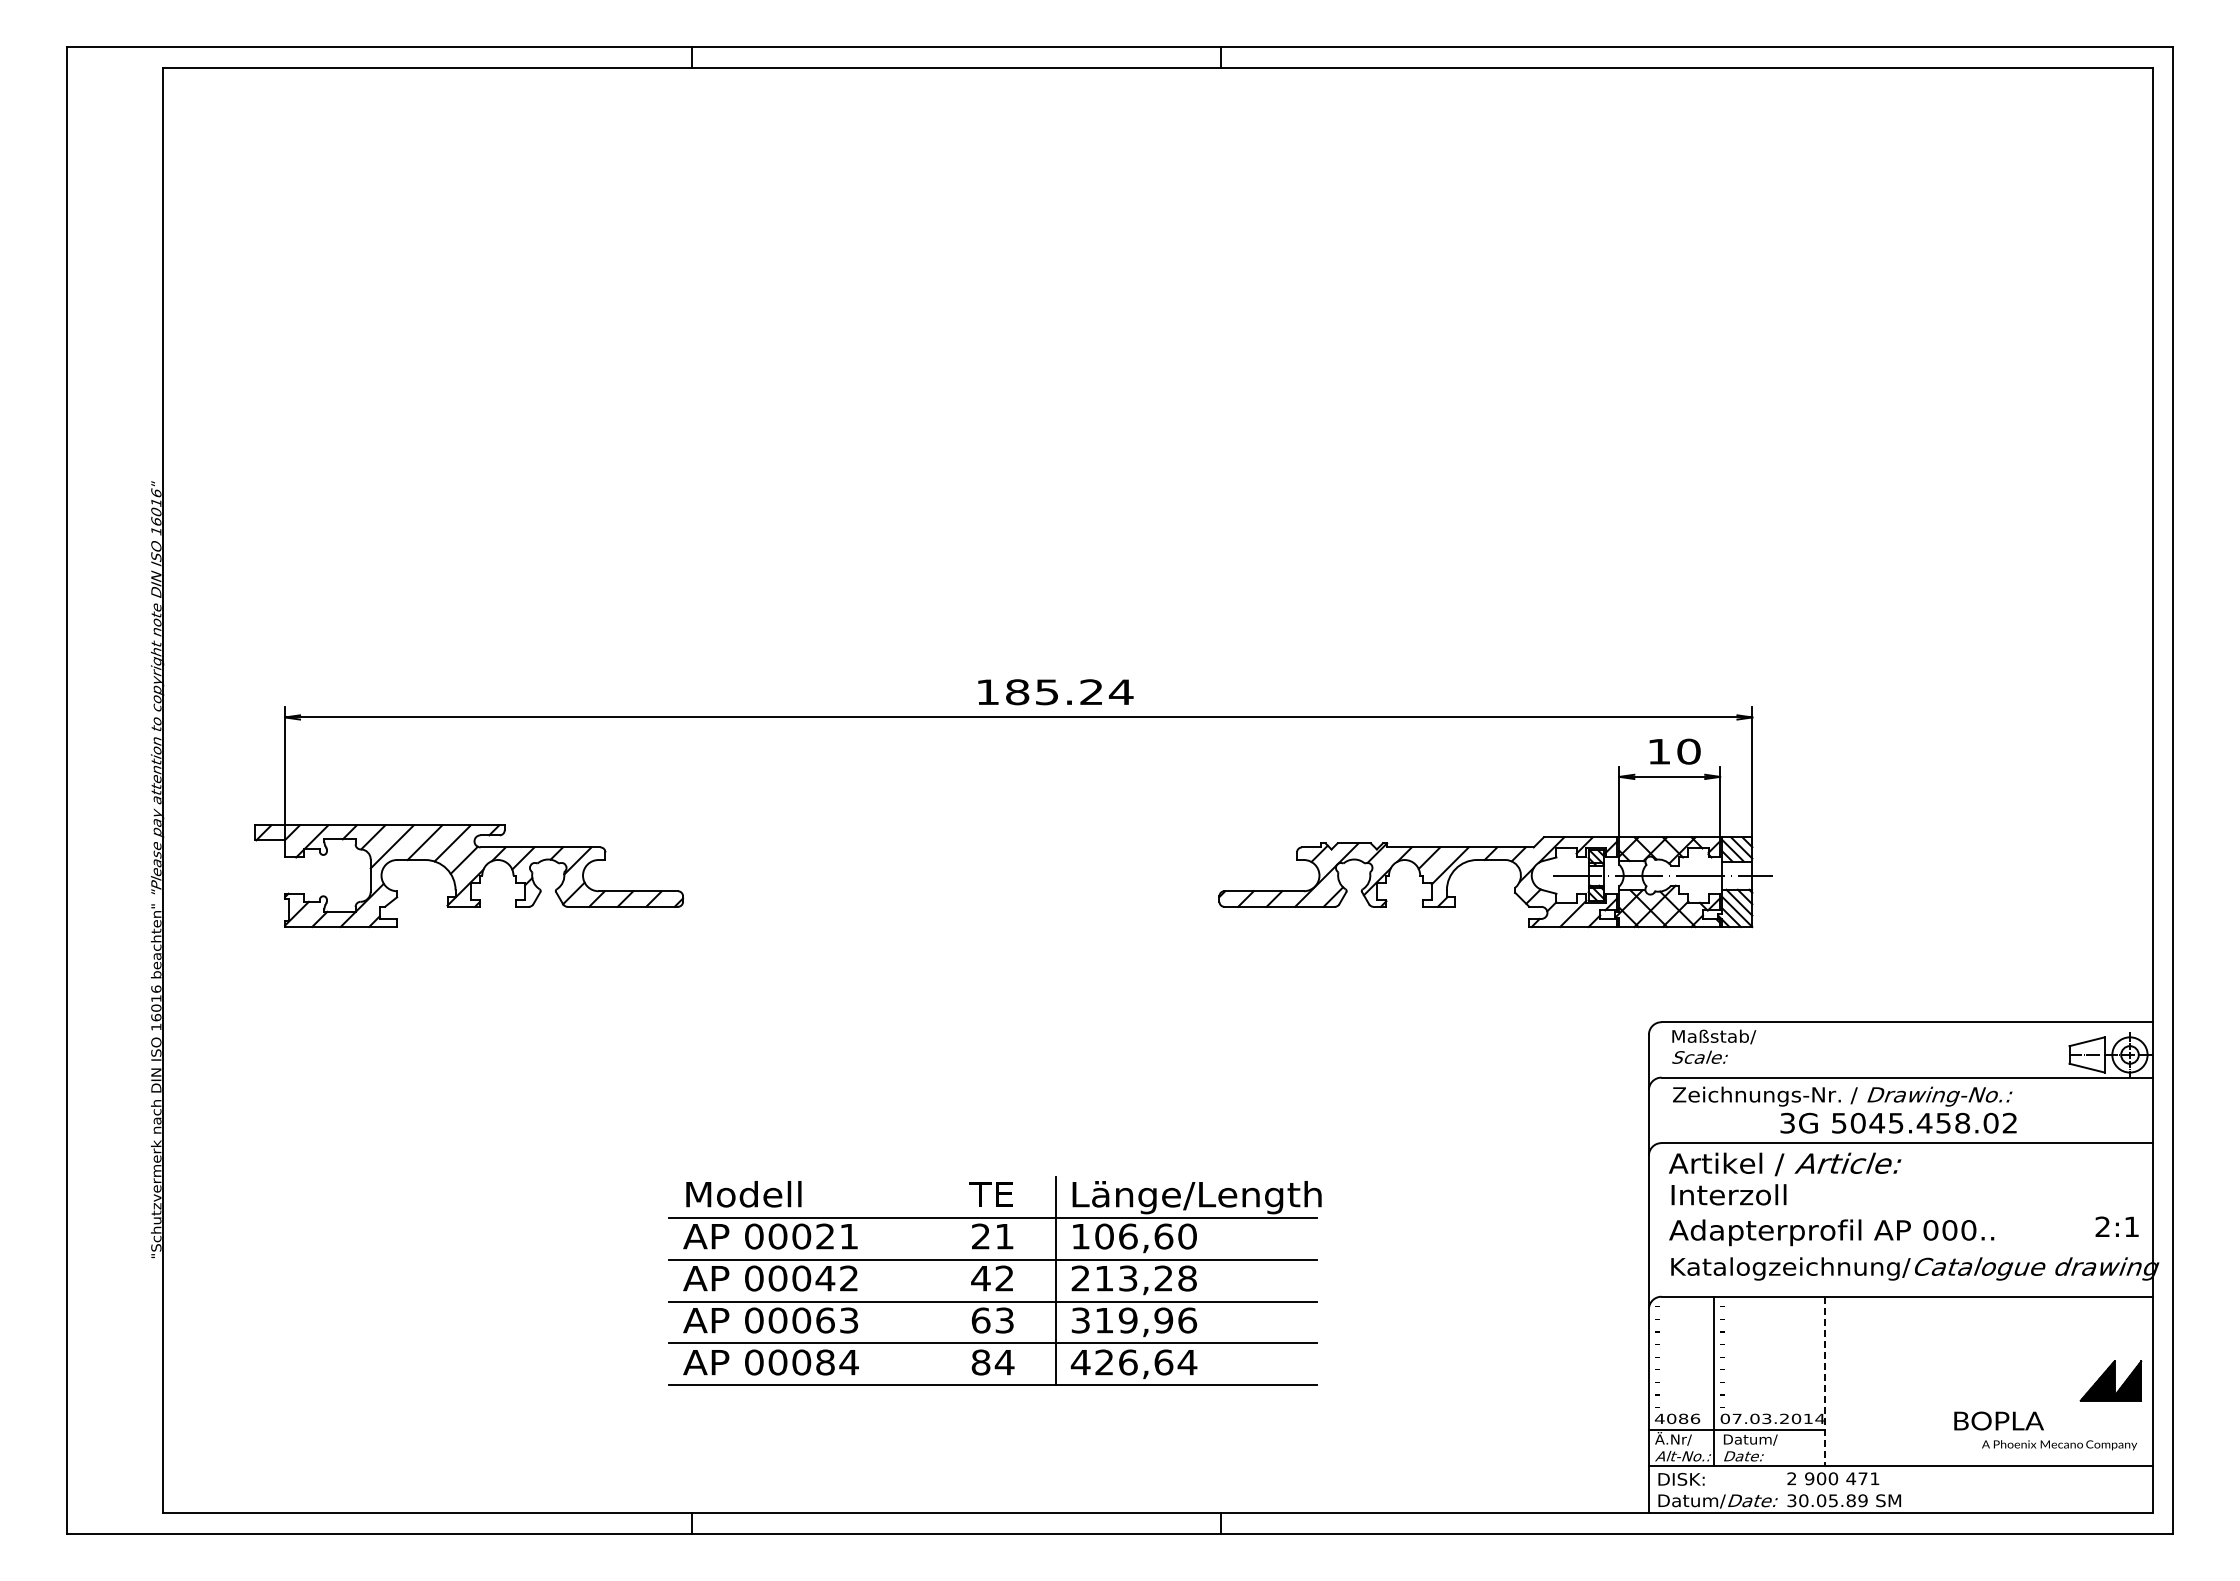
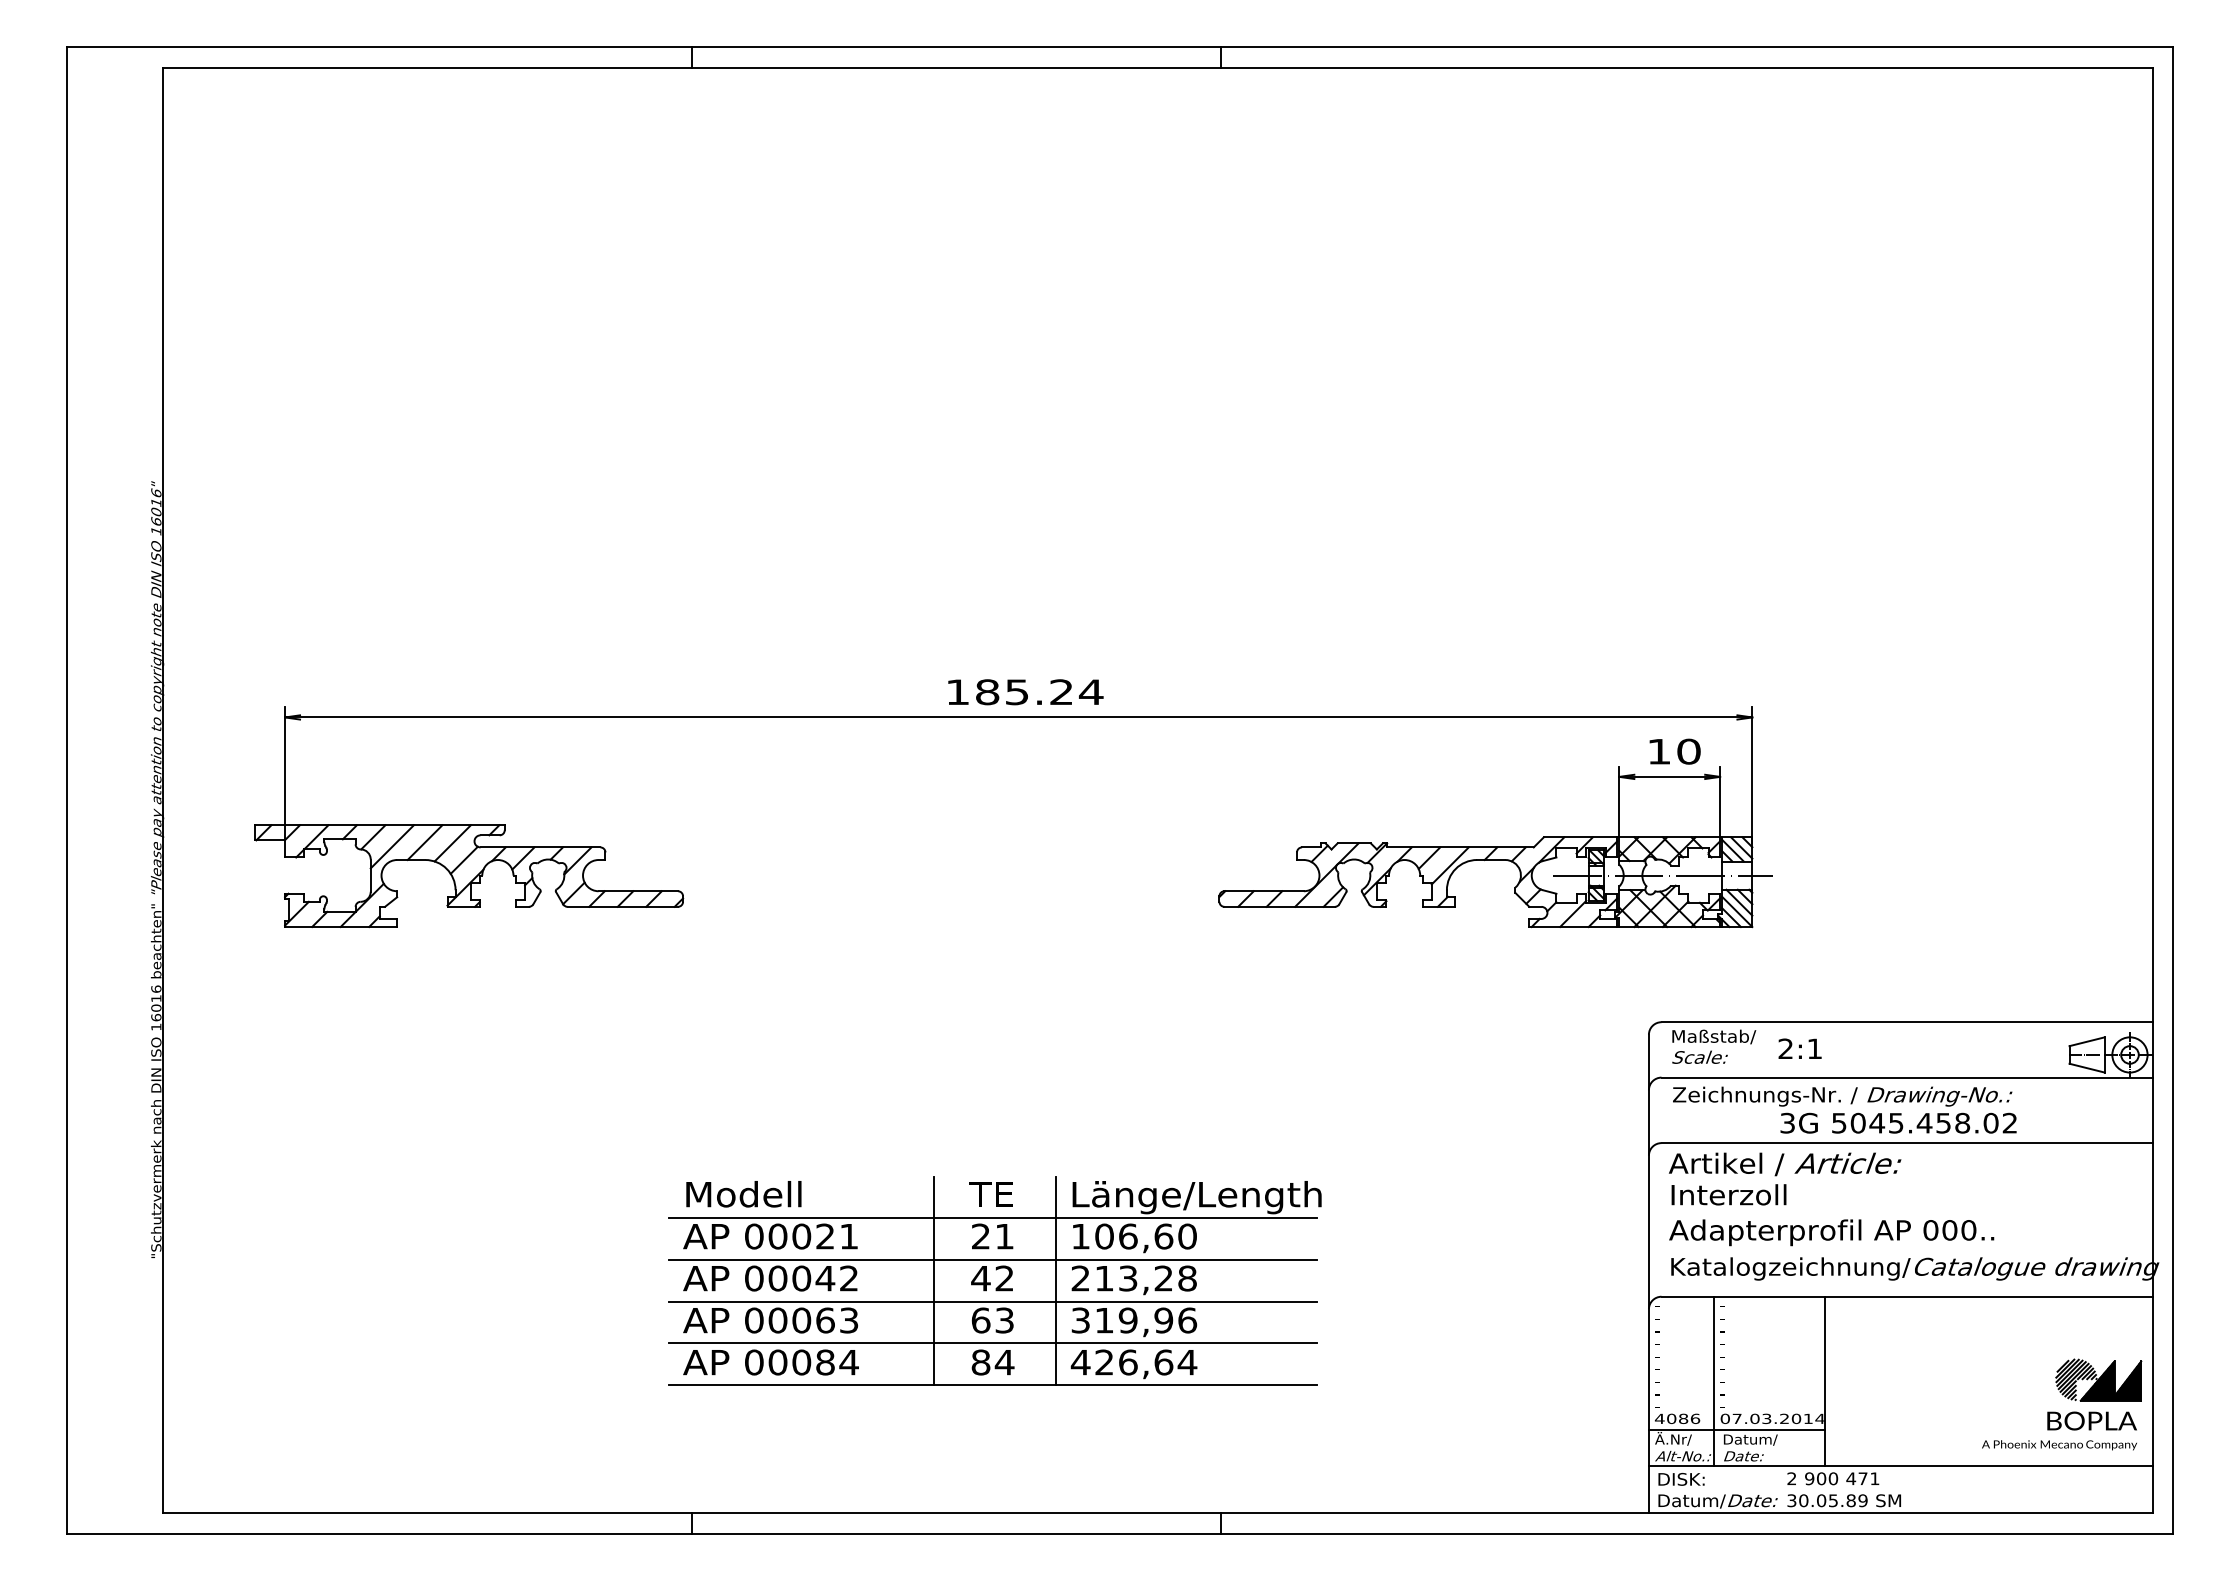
text at (1055, 692) position: (1055, 692) -> (1025, 692)
text at (2116, 1226) position: (2116, 1226) -> (1799, 1048)
line at (933, 1281): none -> present
hatch at (2076, 1379): none -> present
line at (1825, 1381): dashed -> solid
text at (1998, 1420) position: (1998, 1420) -> (2091, 1420)
